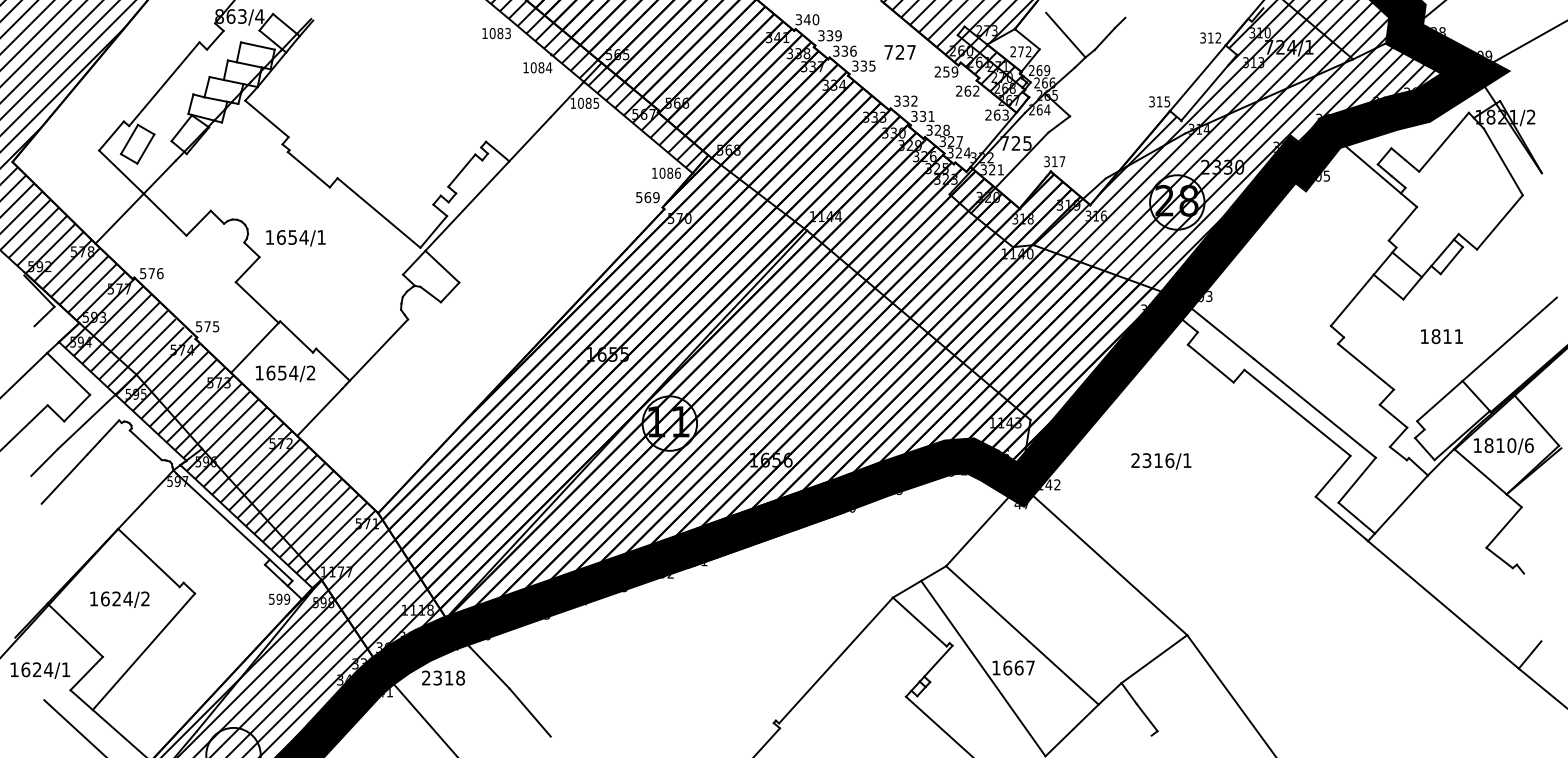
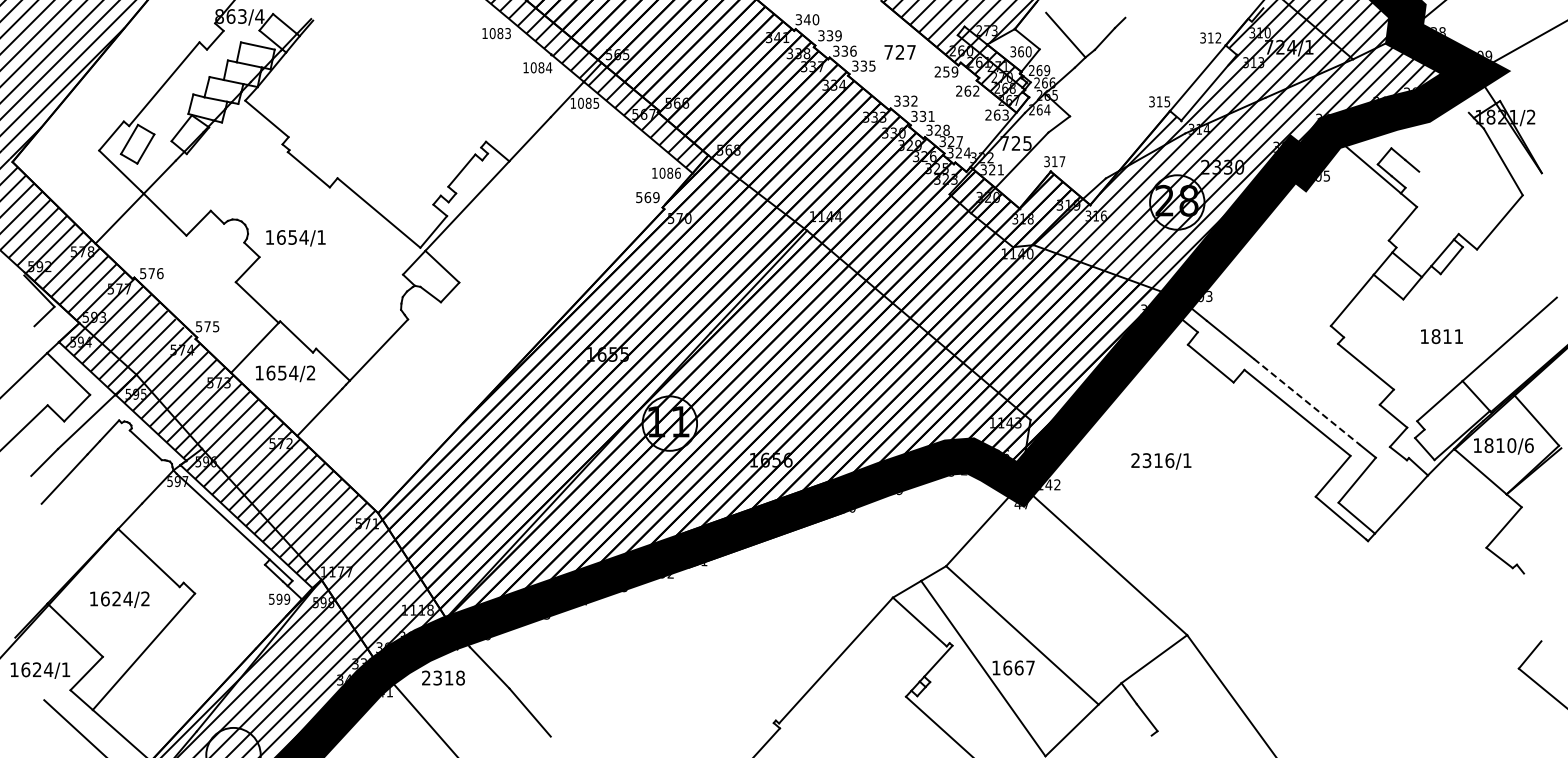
text at (1020, 51): 272 -> 360
line at (1443, 141): present -> none
line at (1307, 402): solid -> dashed
line at (1443, 604): present -> none
